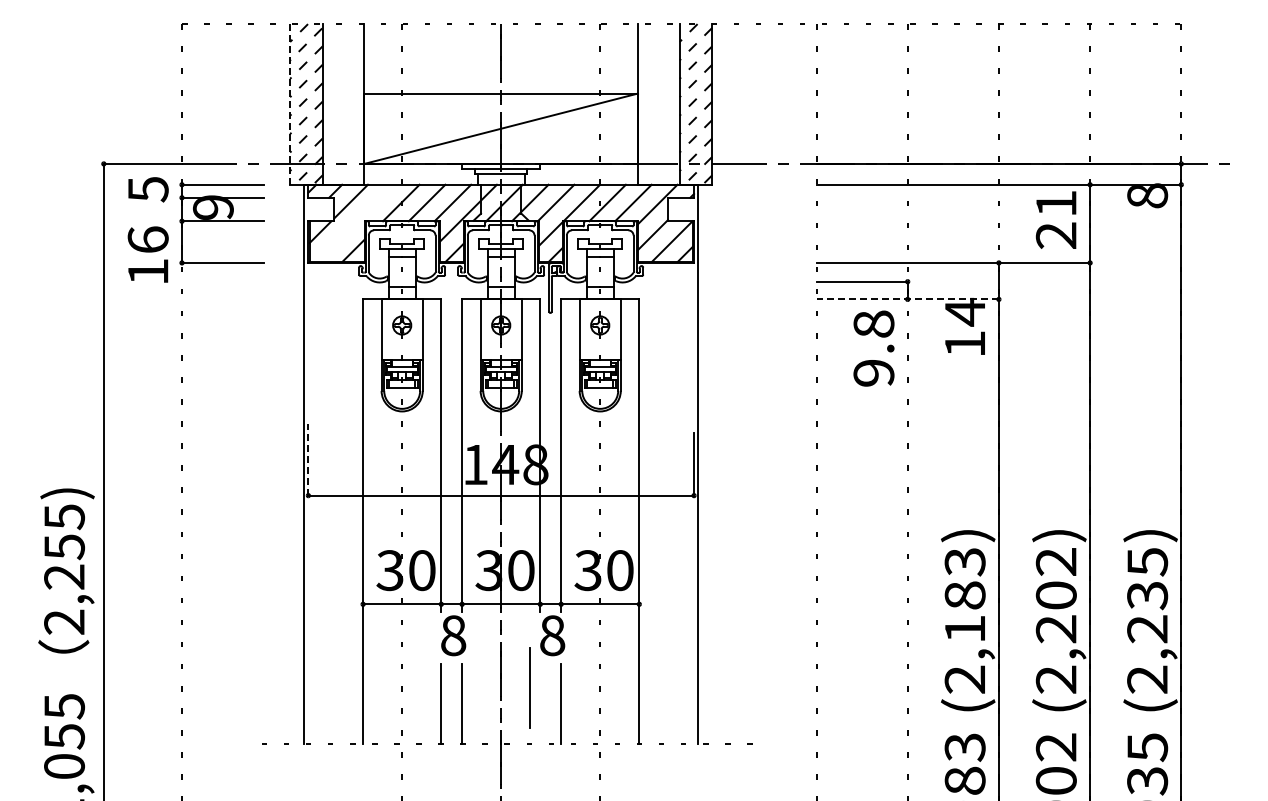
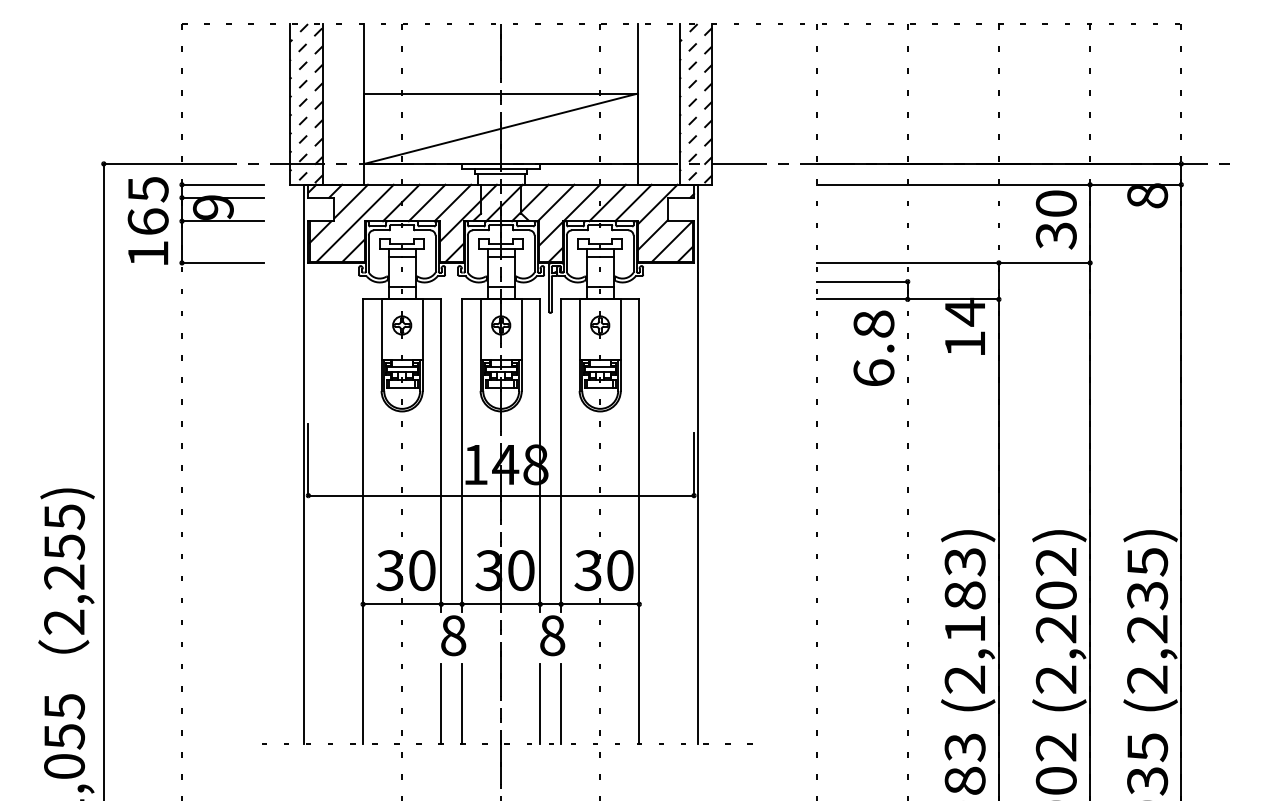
line at (290, 104): dashed -> solid
text at (1055, 219): 21 -> 30
line at (354, 222): none -> present
text at (147, 254) position: (147, 254) -> (147, 236)
line at (907, 299): dashed -> solid
text at (873, 372): 9.8 -> 6.8
line at (308, 459): dashed -> solid
line at (529, 687) position: (529, 687) -> (539, 703)
